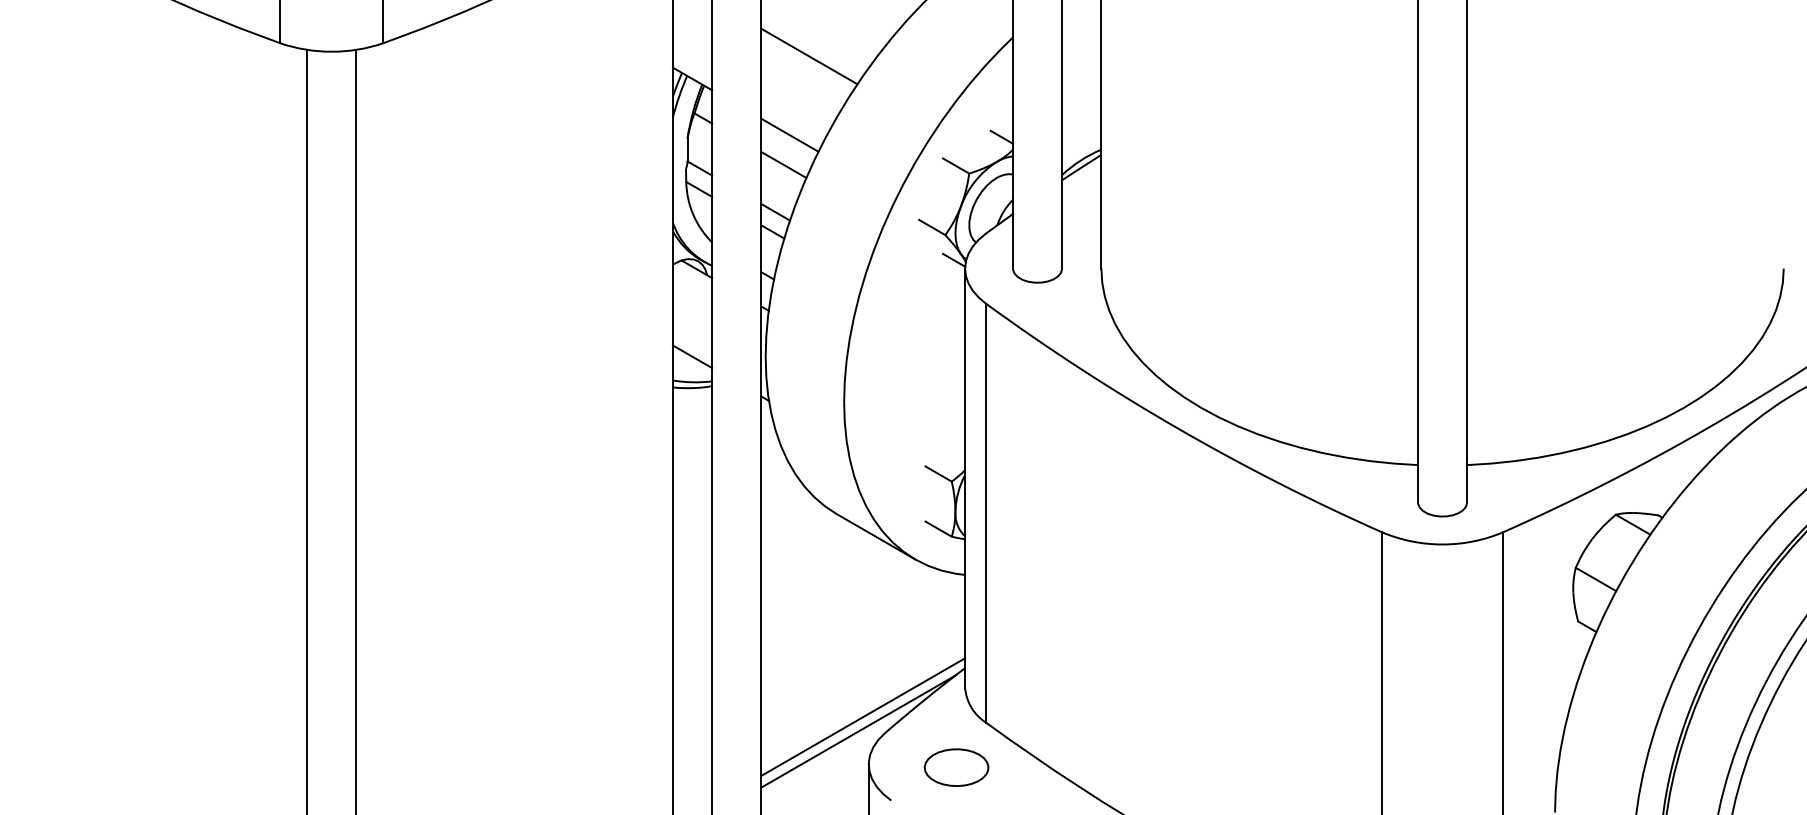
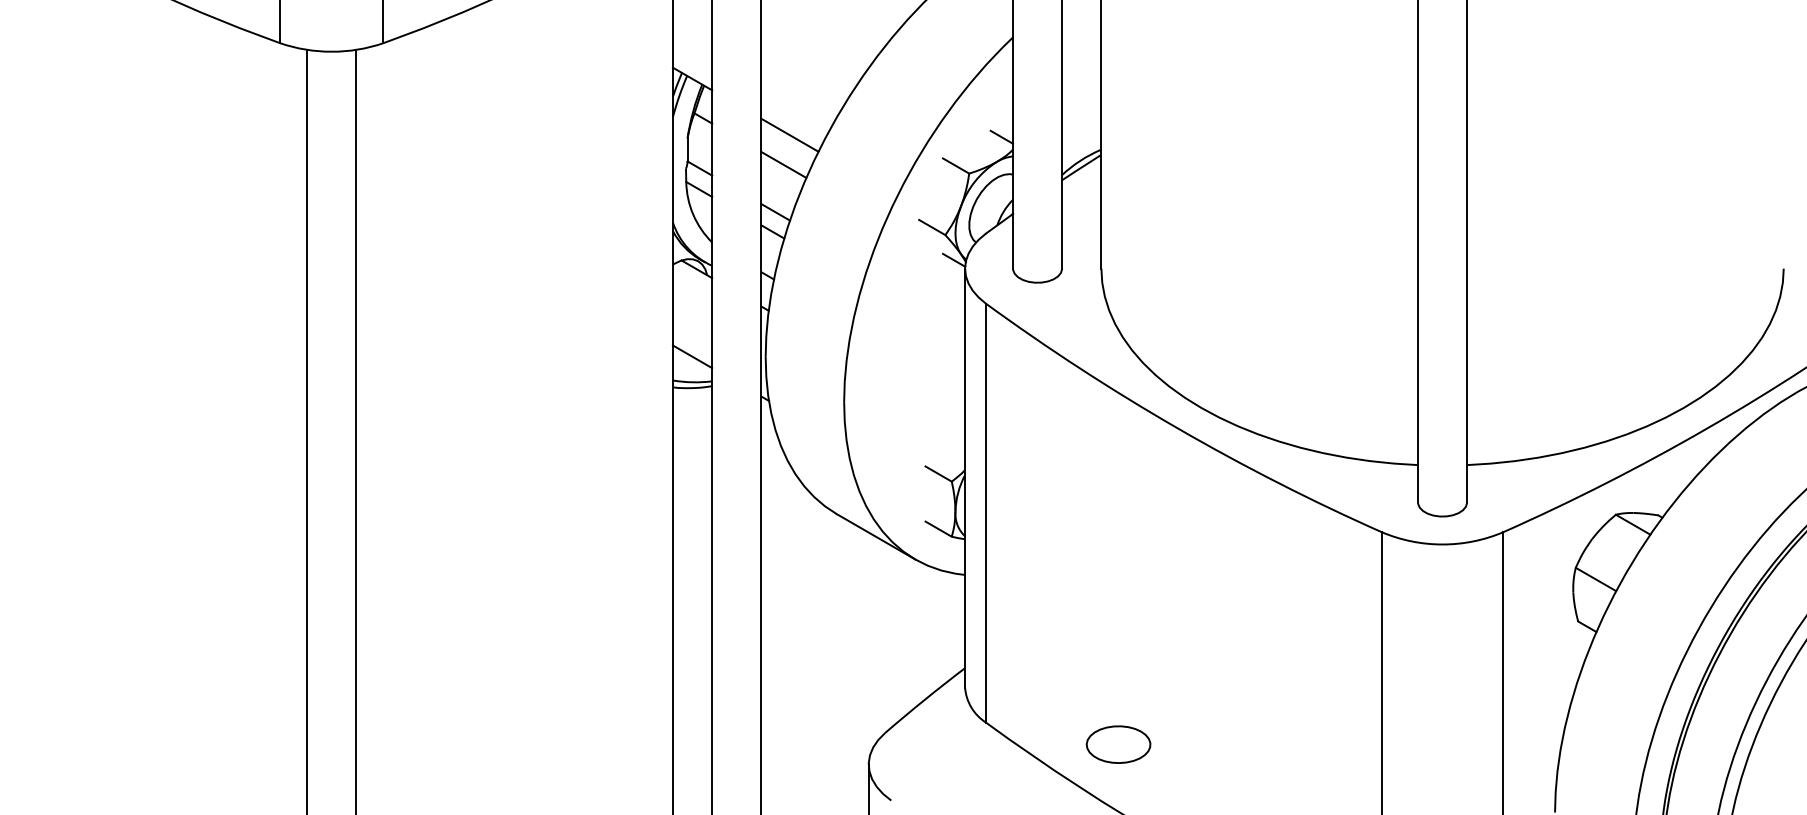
line at (809, 56): present -> none
line at (863, 716): present -> none
line at (858, 731): present -> none
part at (956, 767) position: (956, 767) -> (1118, 744)
